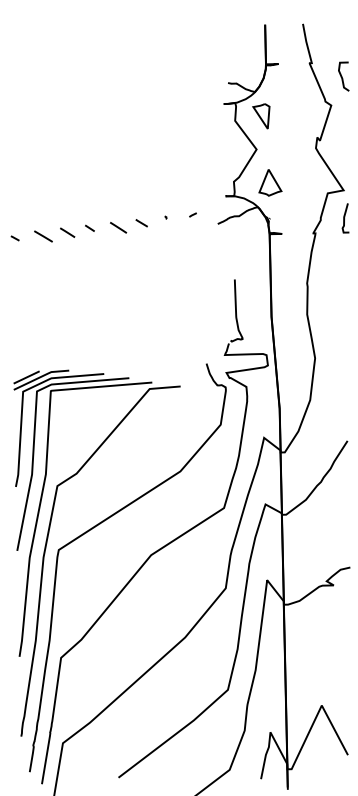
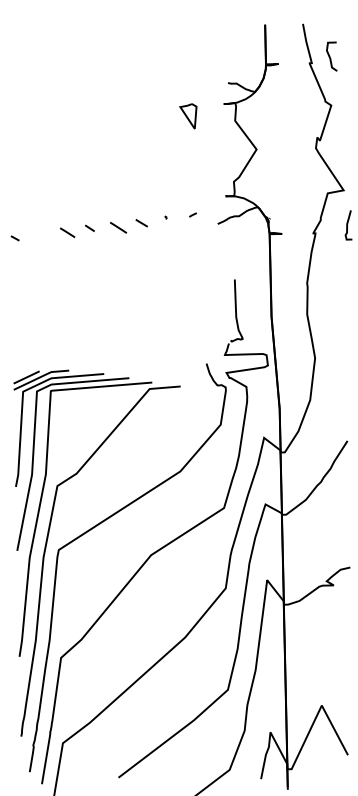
curve at (342, 76) position: (342, 76) -> (330, 56)
part at (261, 116) position: (261, 116) -> (188, 116)
part at (270, 182): present -> none
curve at (345, 217) position: (345, 217) -> (348, 224)
line at (43, 236): present -> none
